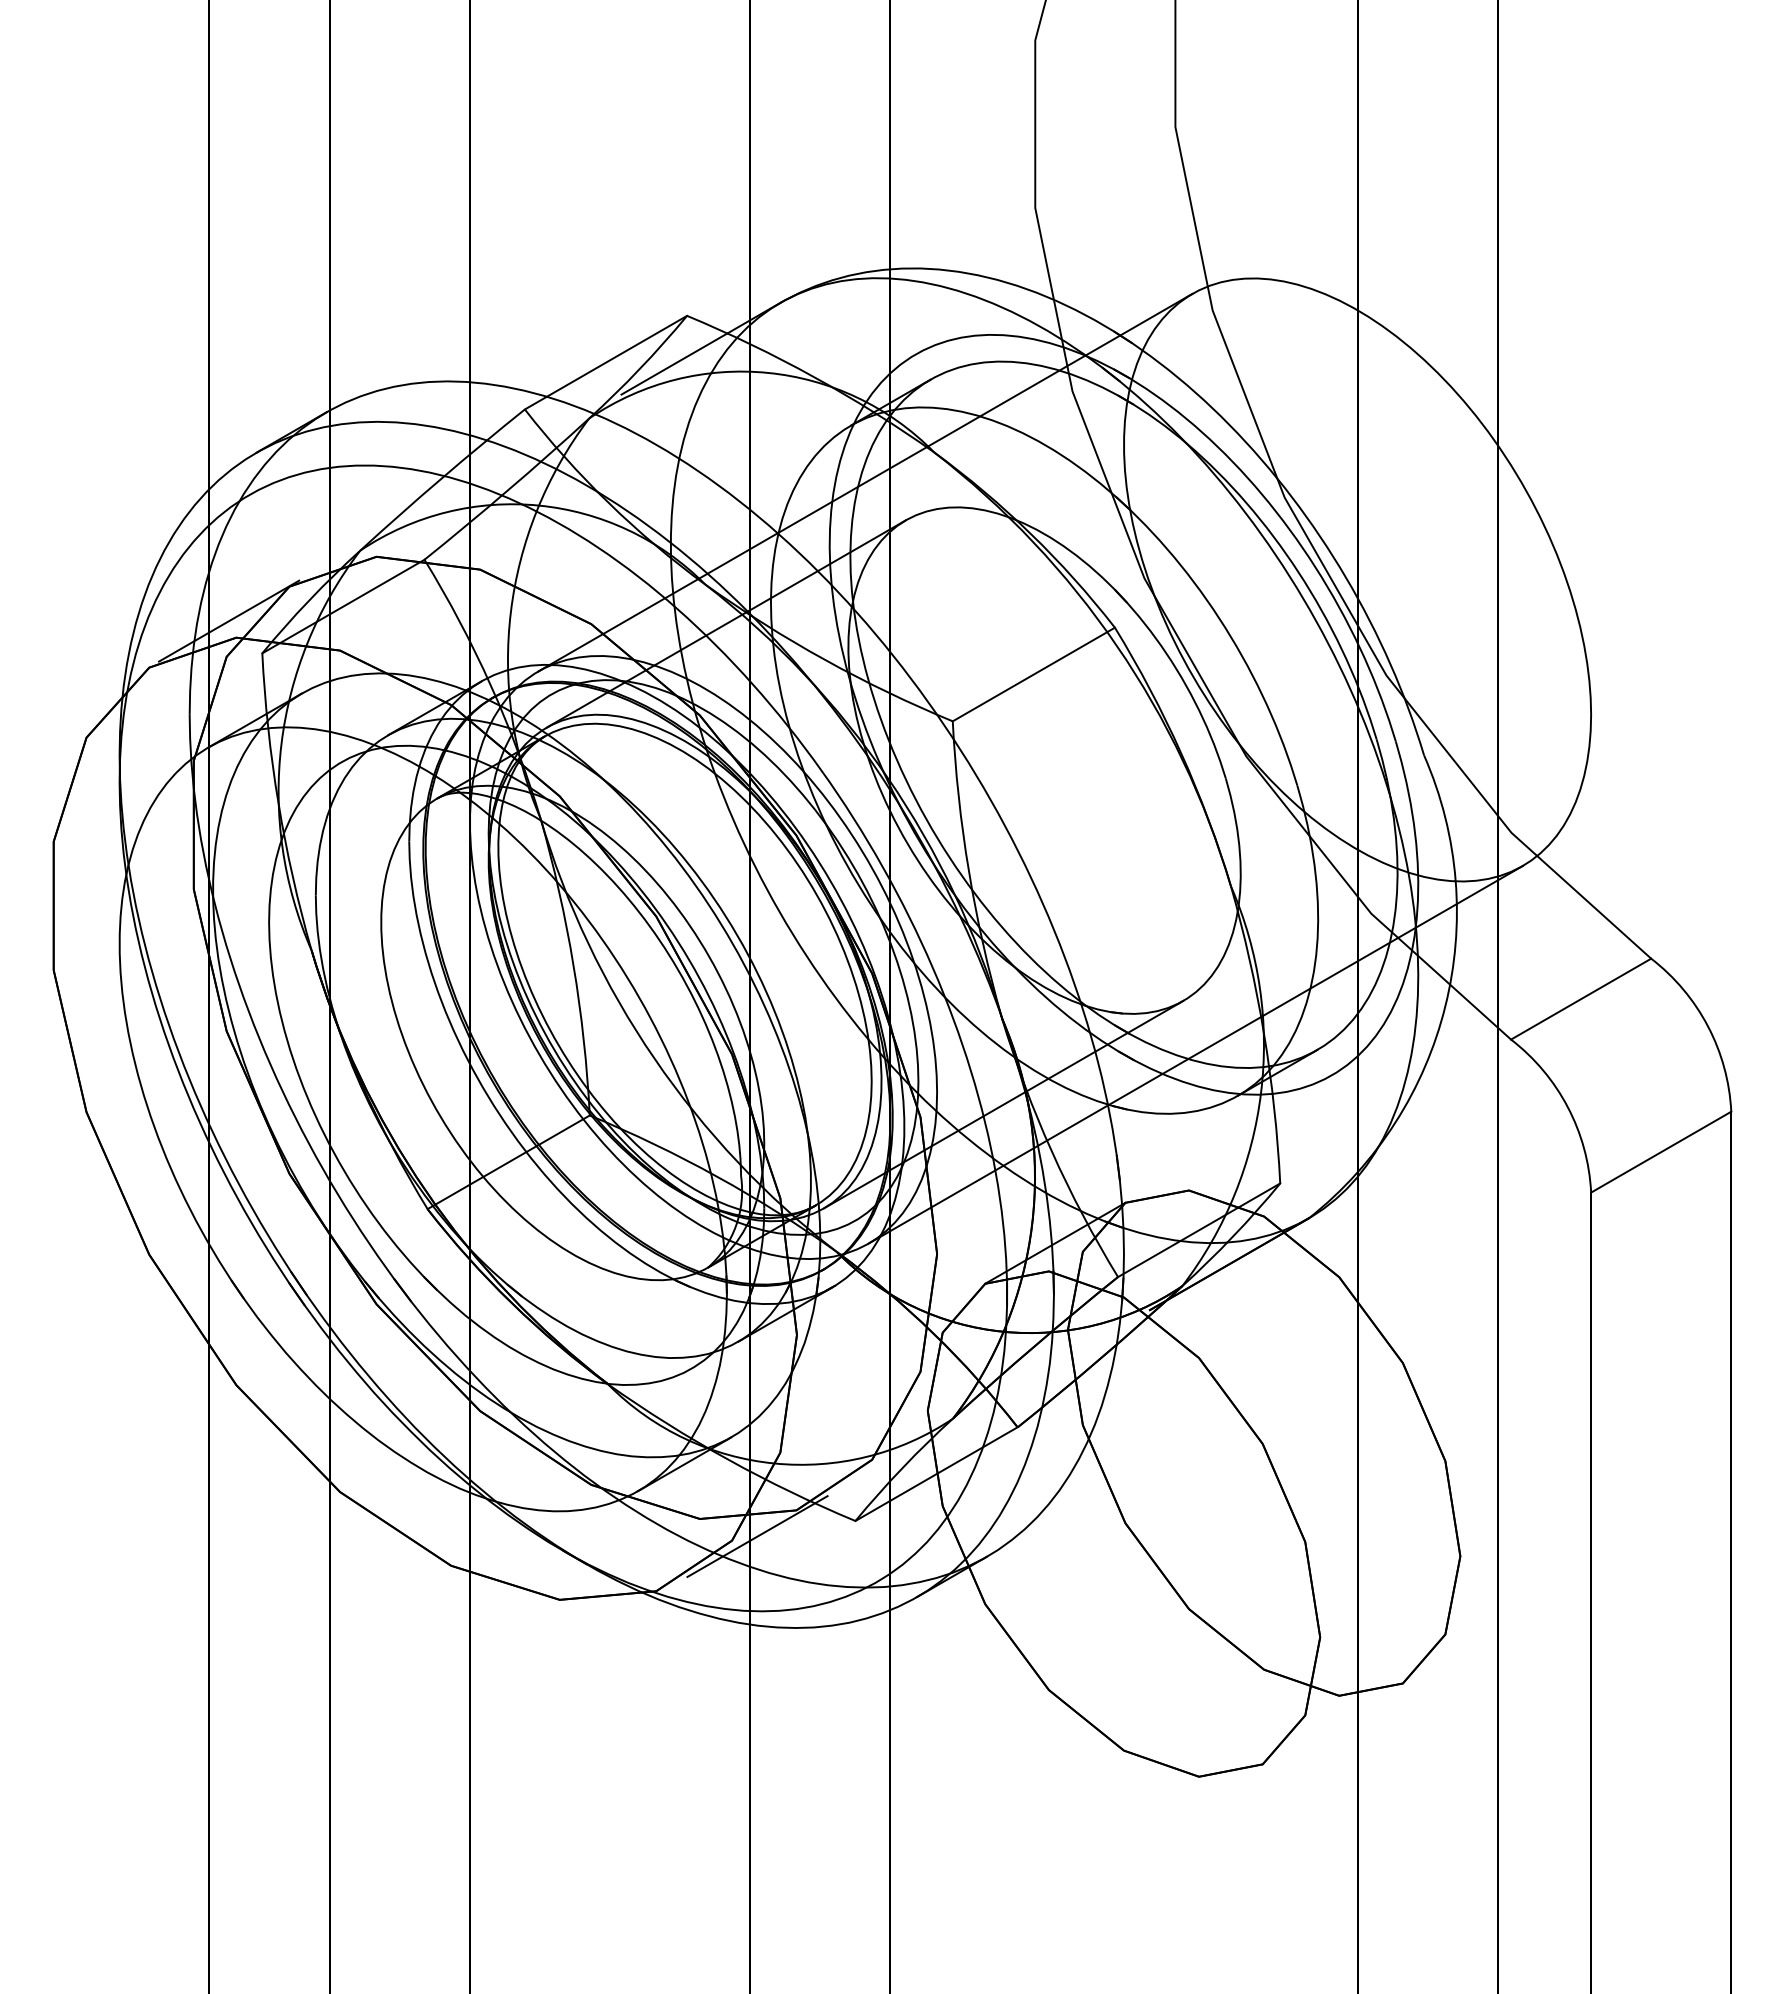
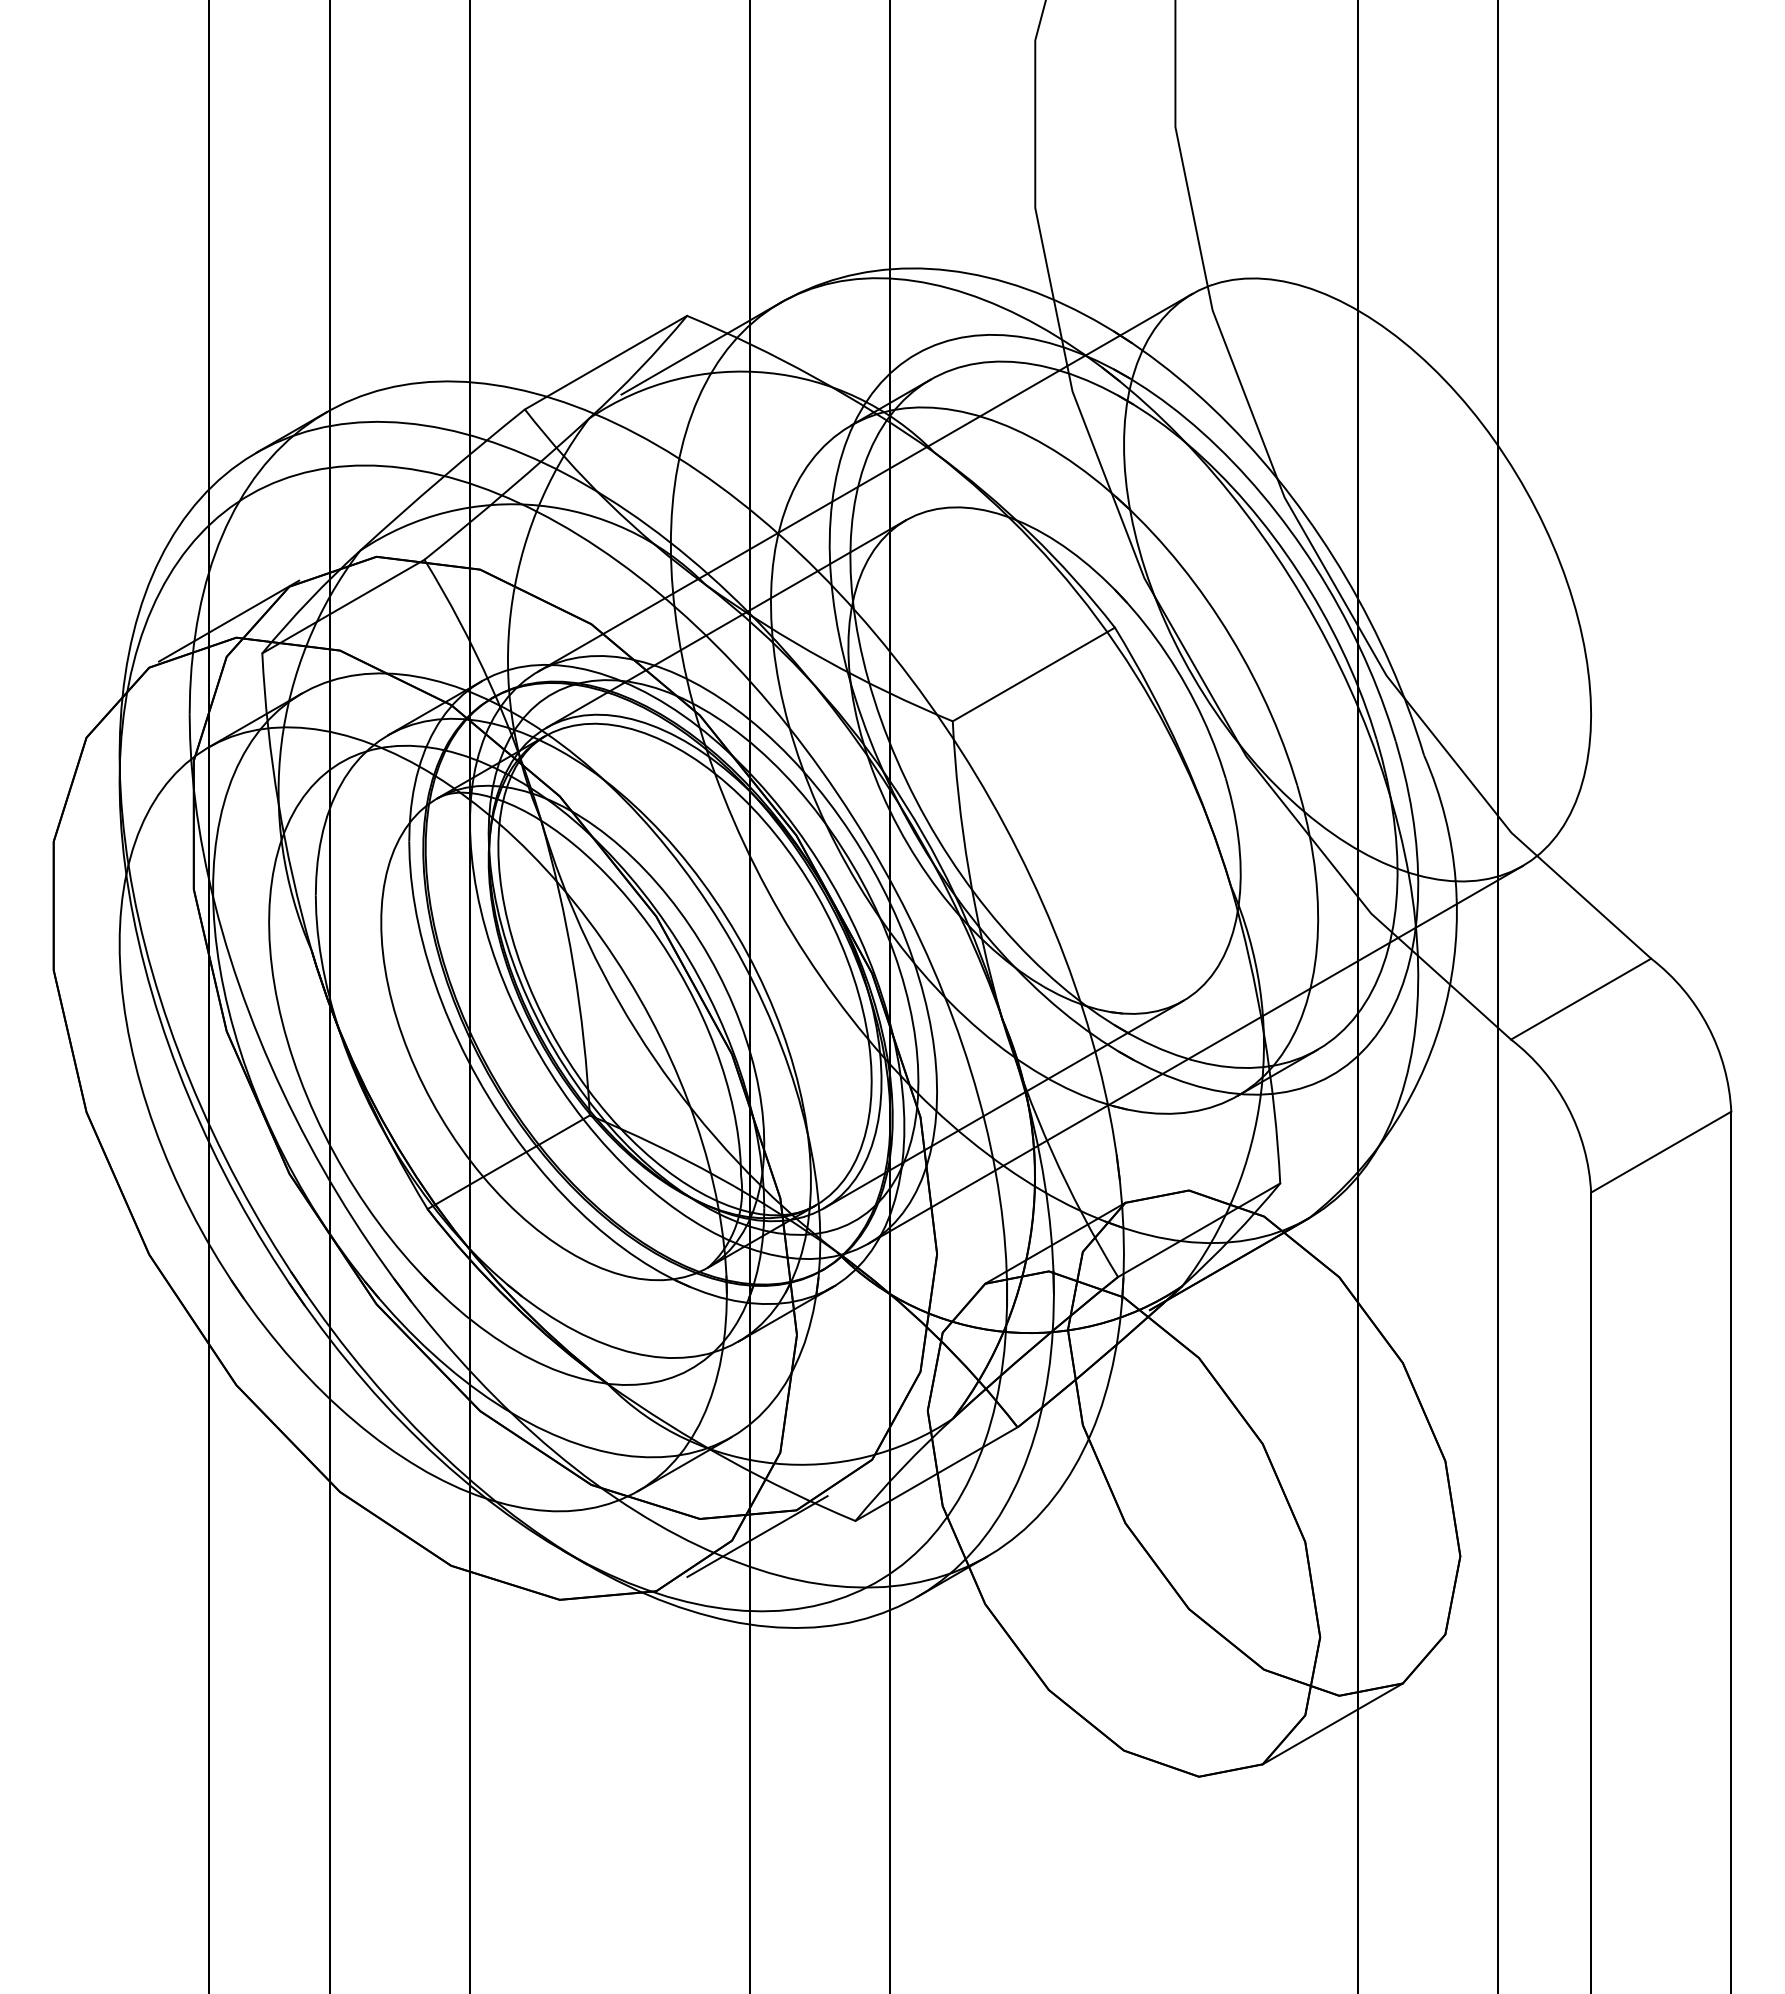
line at (1332, 1723): none -> present
